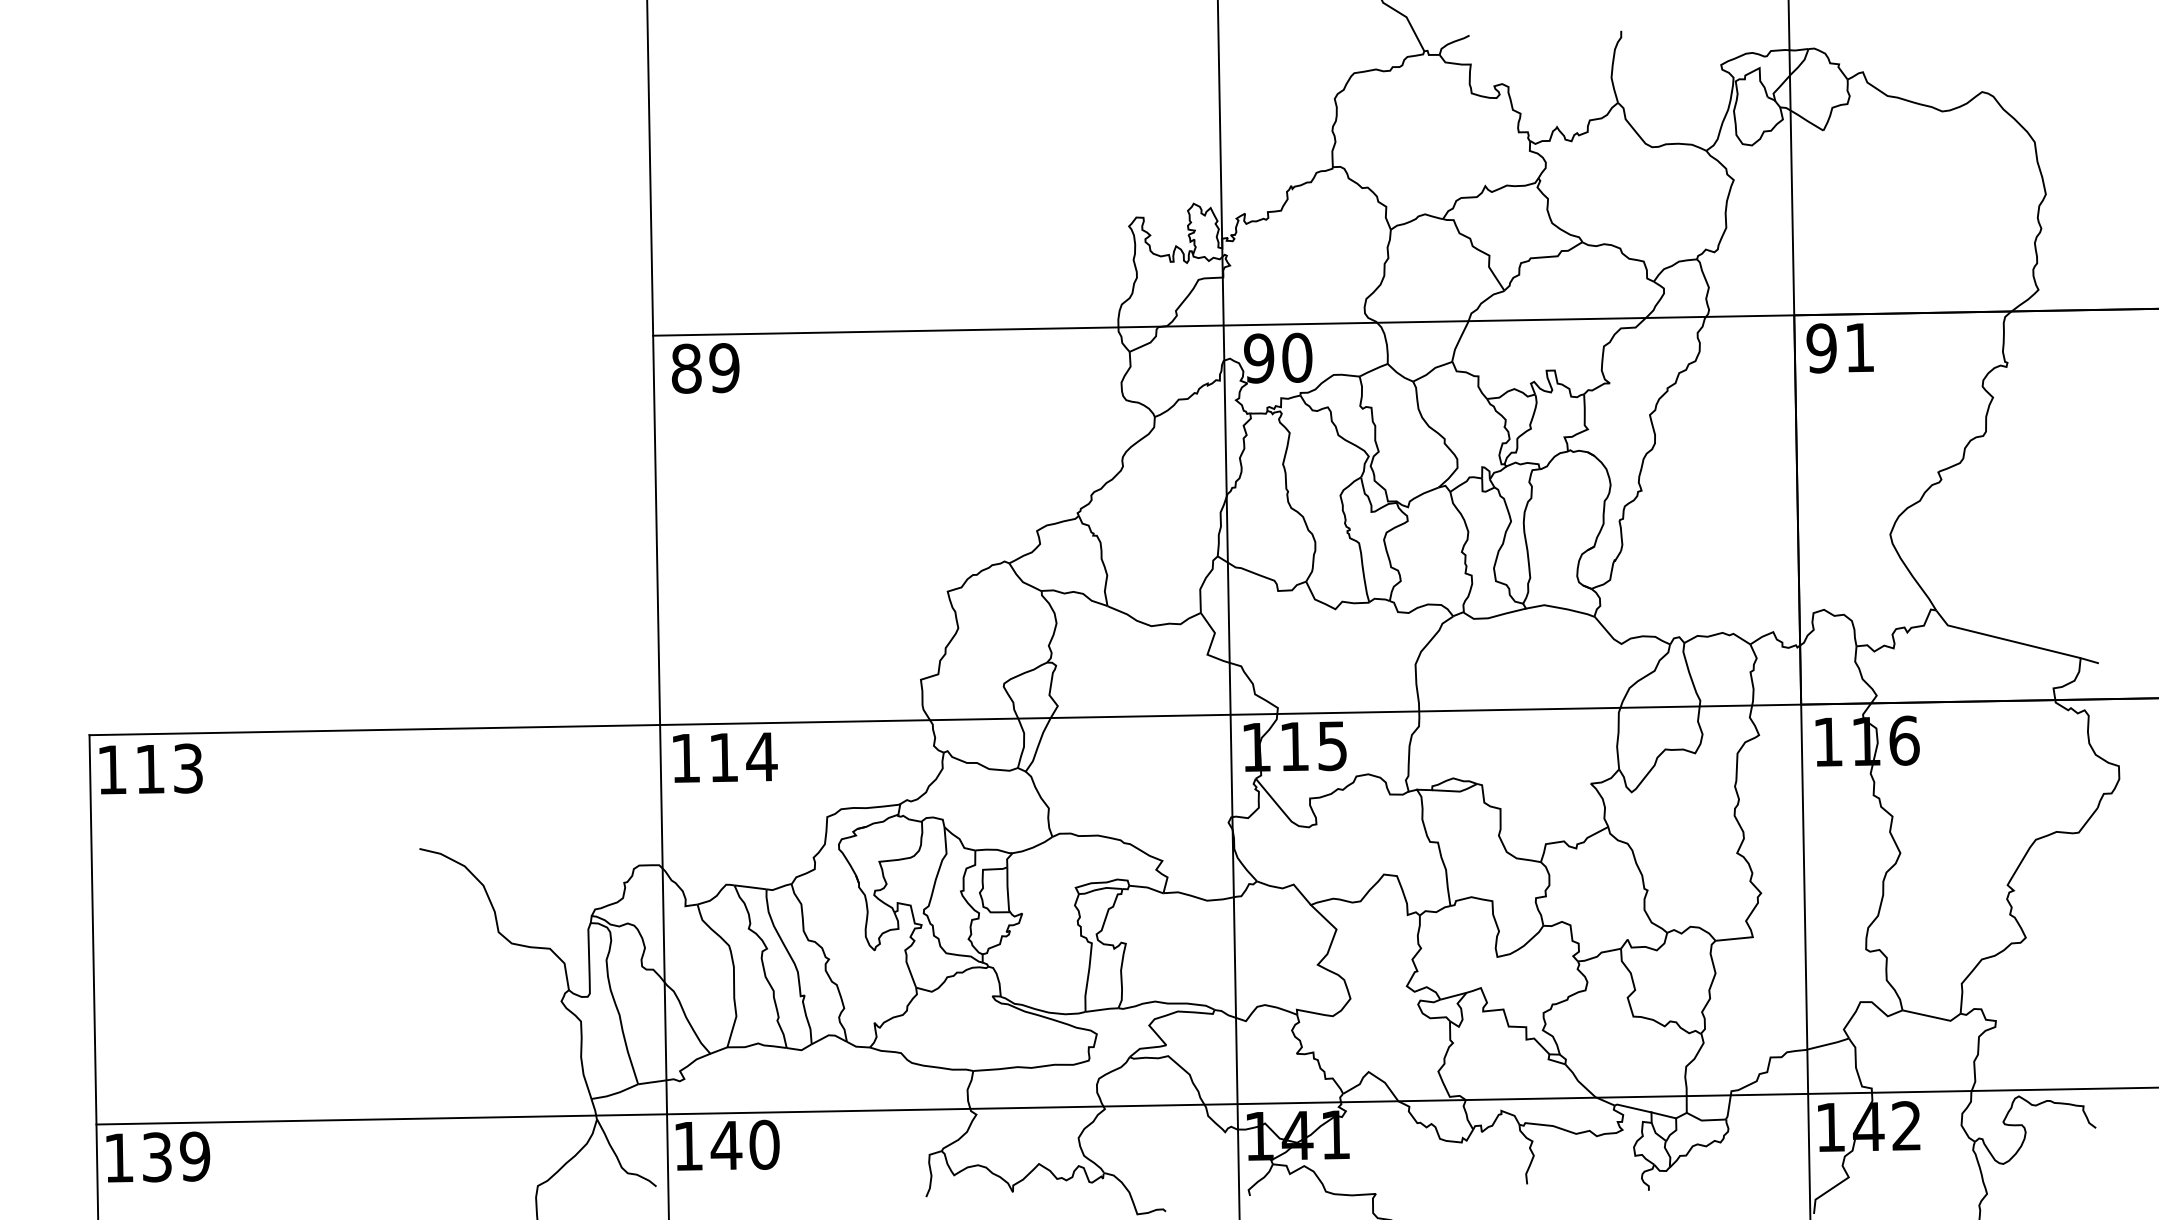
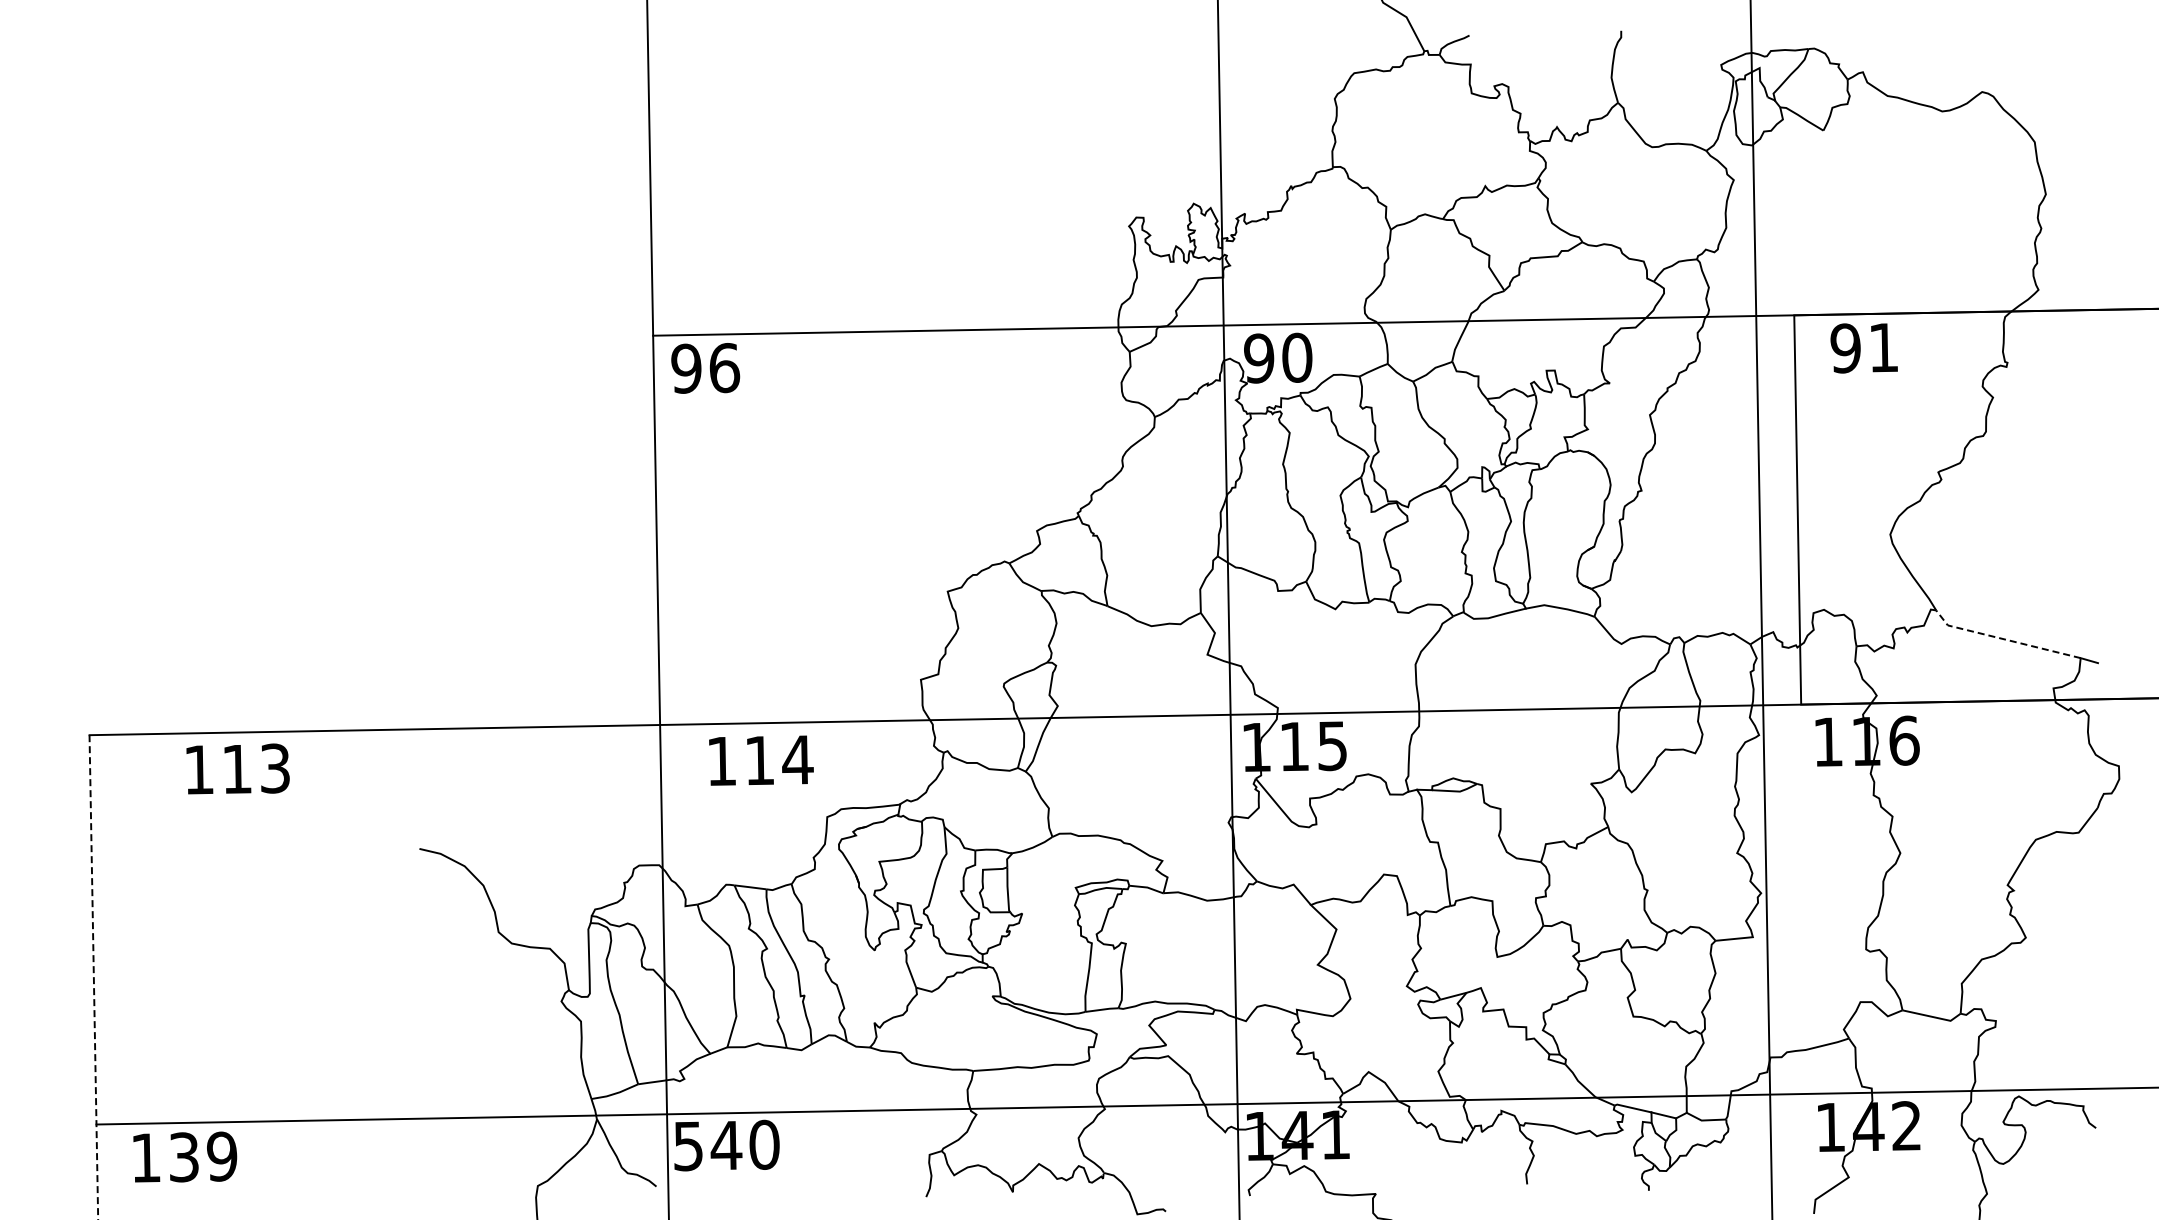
text at (1839, 348) position: (1839, 348) -> (1863, 348)
text at (705, 368): 89 -> 96
line at (1799, 609) position: (1799, 609) -> (1761, 609)
line at (2004, 639): solid -> dashed
text at (725, 757) position: (725, 757) -> (761, 760)
text at (150, 768) position: (150, 768) -> (237, 768)
line at (93, 978): solid -> dashed
text at (688, 1146): 140 -> 540
text at (158, 1156) position: (158, 1156) -> (185, 1156)
